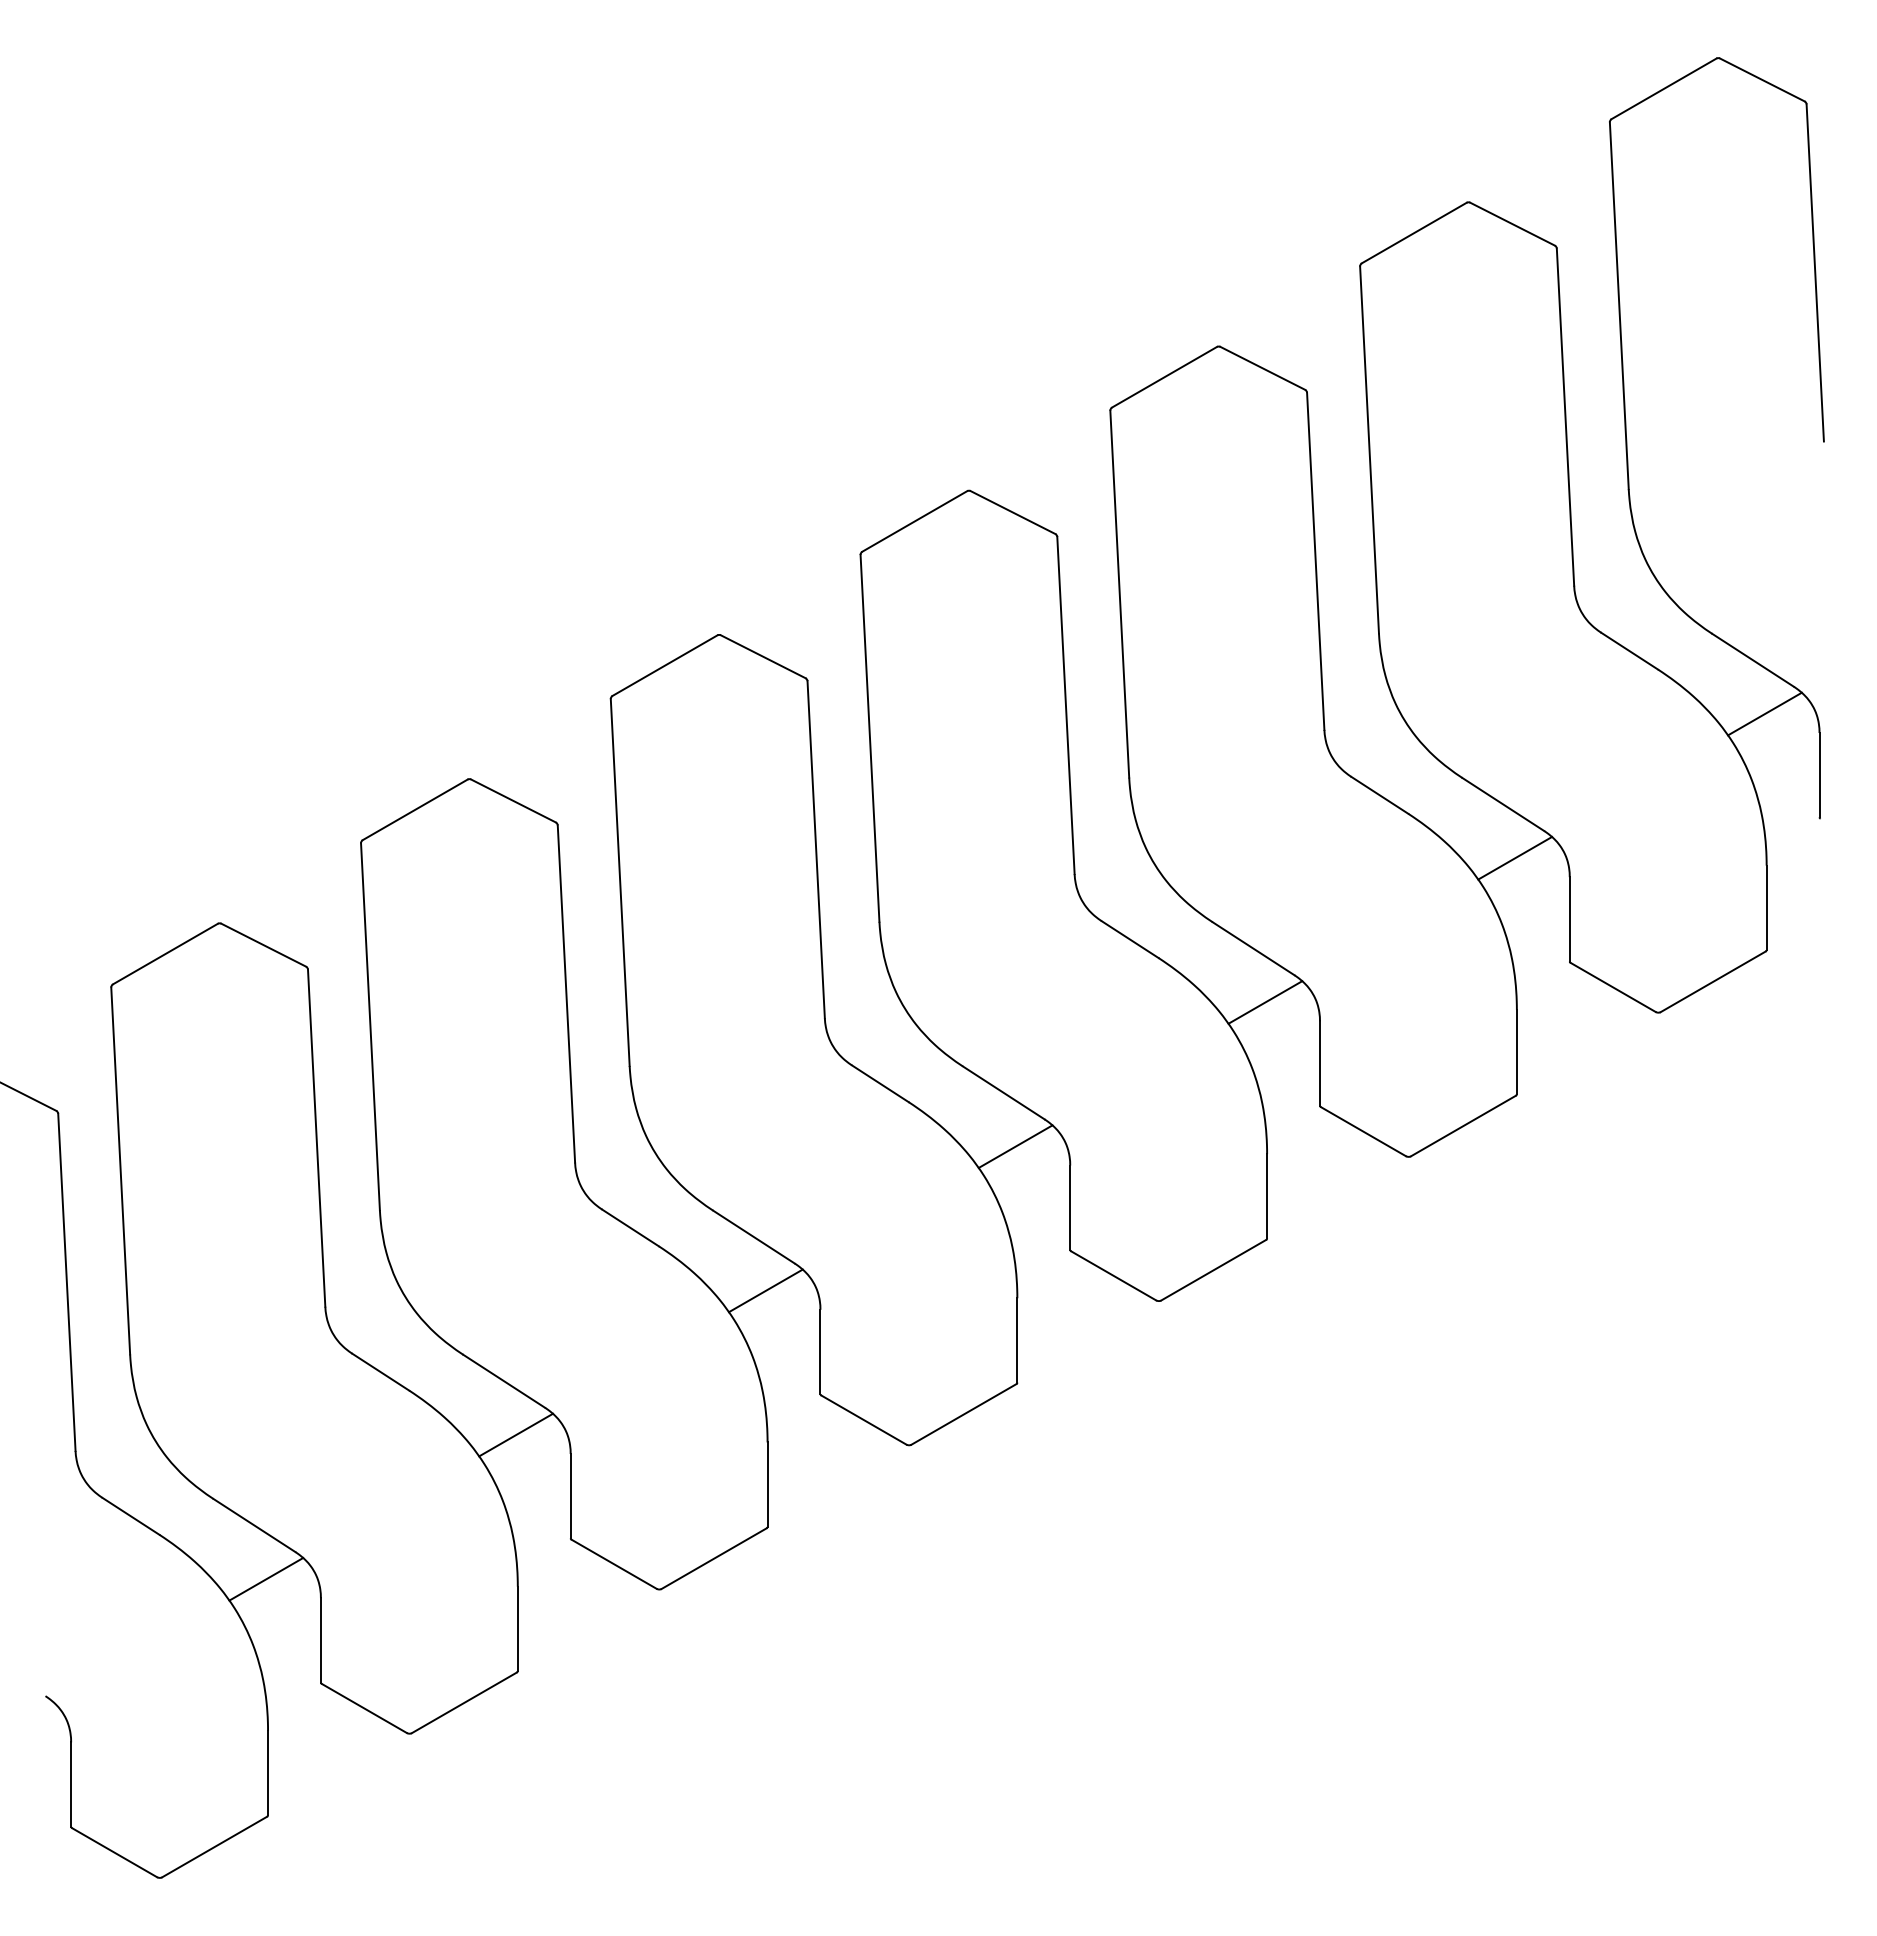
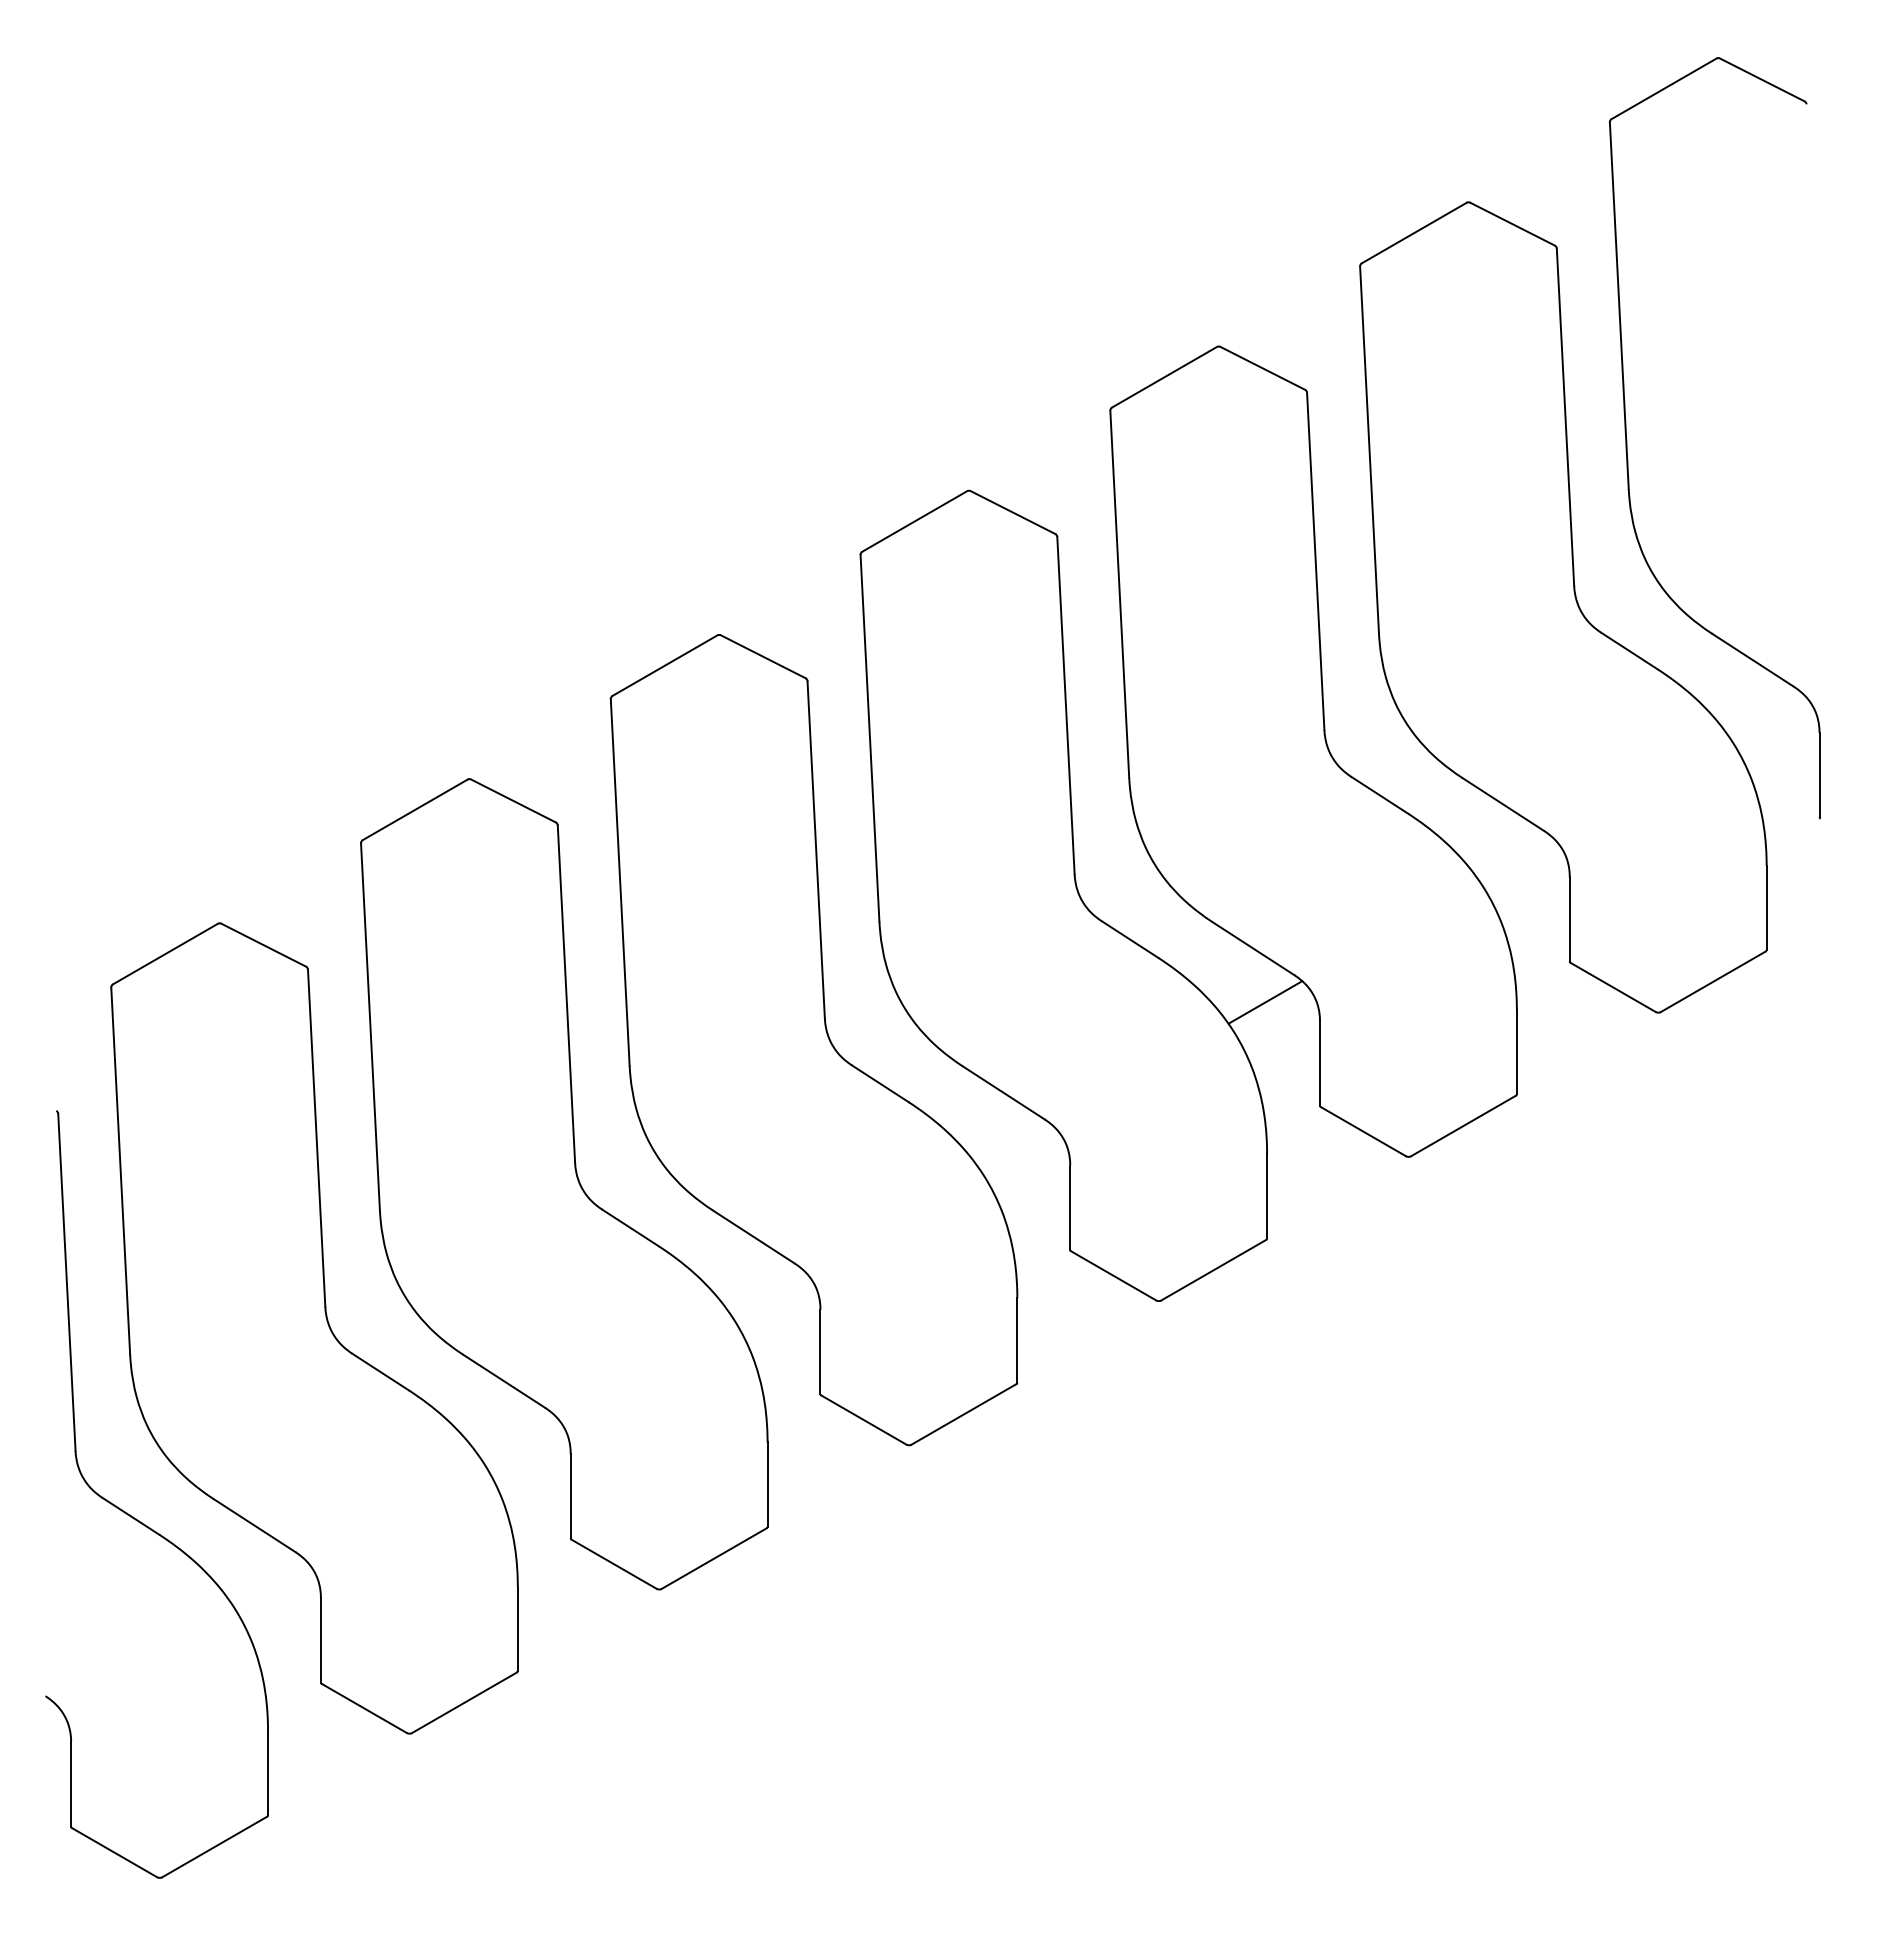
line at (1814, 272): present -> none
line at (1764, 713): present -> none
line at (1515, 857): present -> none
line at (29, 1096): present -> none
line at (1015, 1146): present -> none
line at (765, 1290): present -> none
line at (516, 1434): present -> none
line at (266, 1578): present -> none
